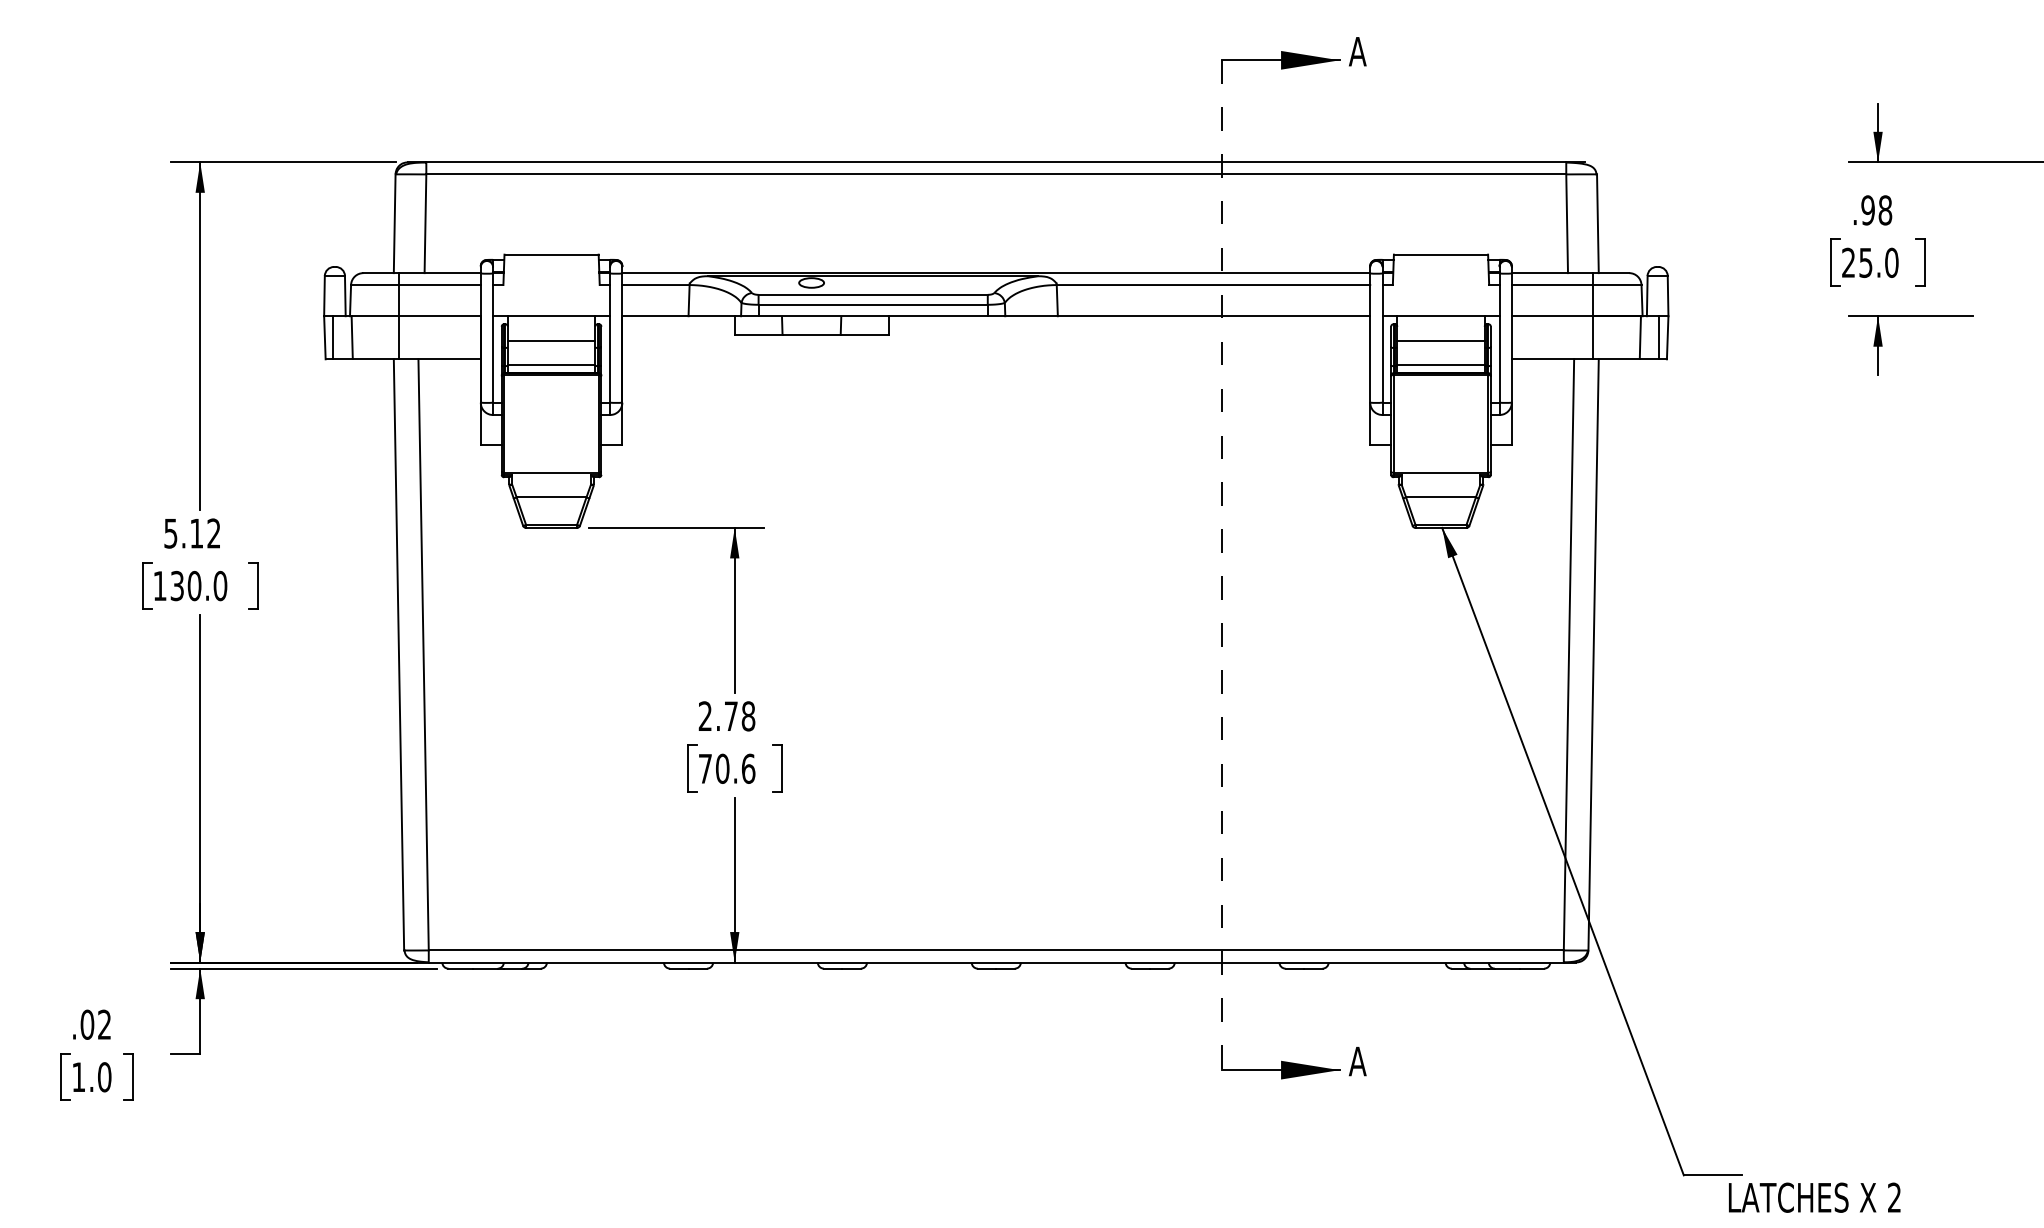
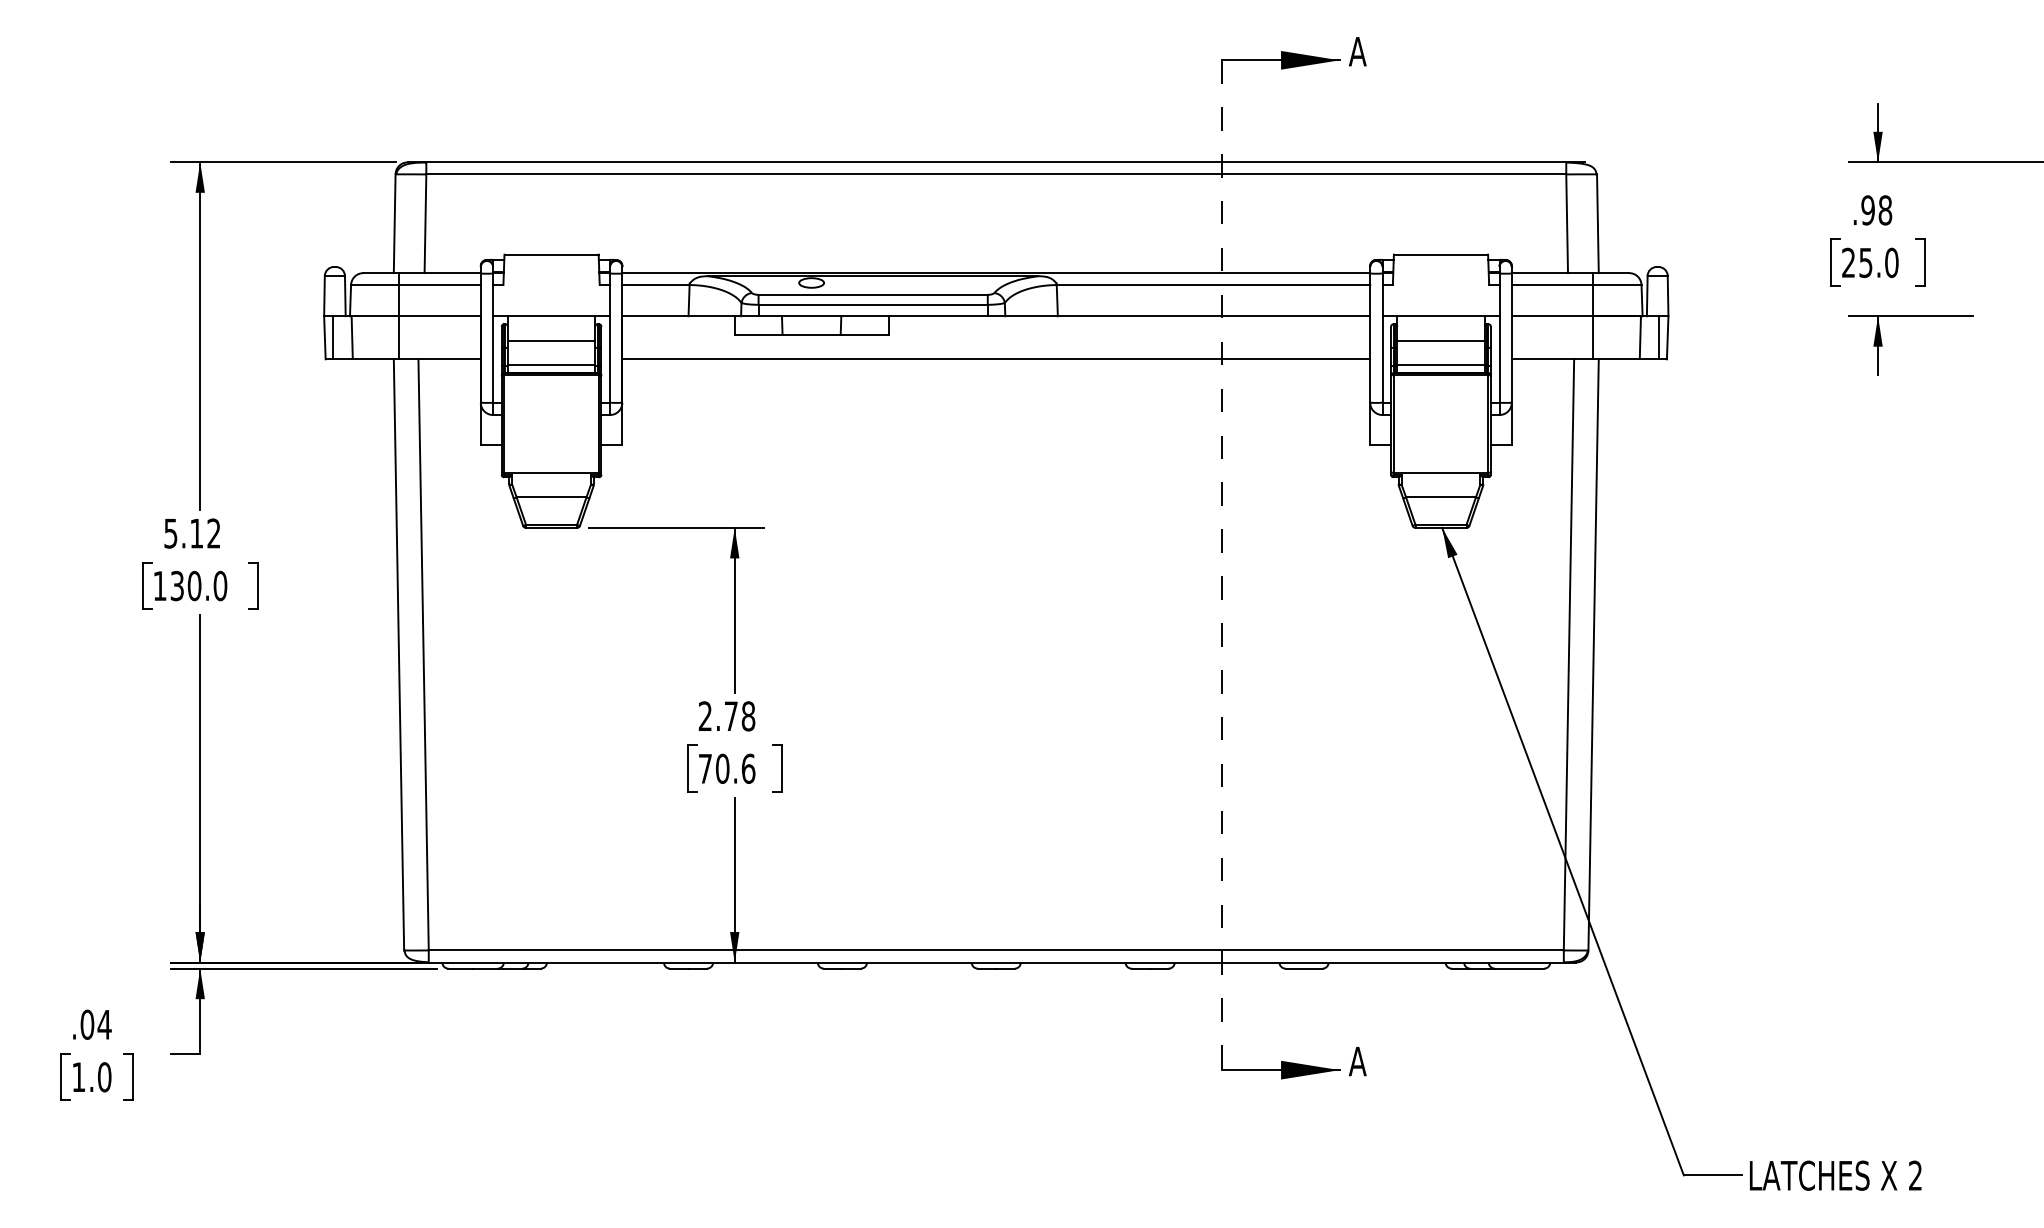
line at (996, 359): none -> present
text at (104, 1024): .02 -> .04
text at (1814, 1197) position: (1814, 1197) -> (1835, 1175)
